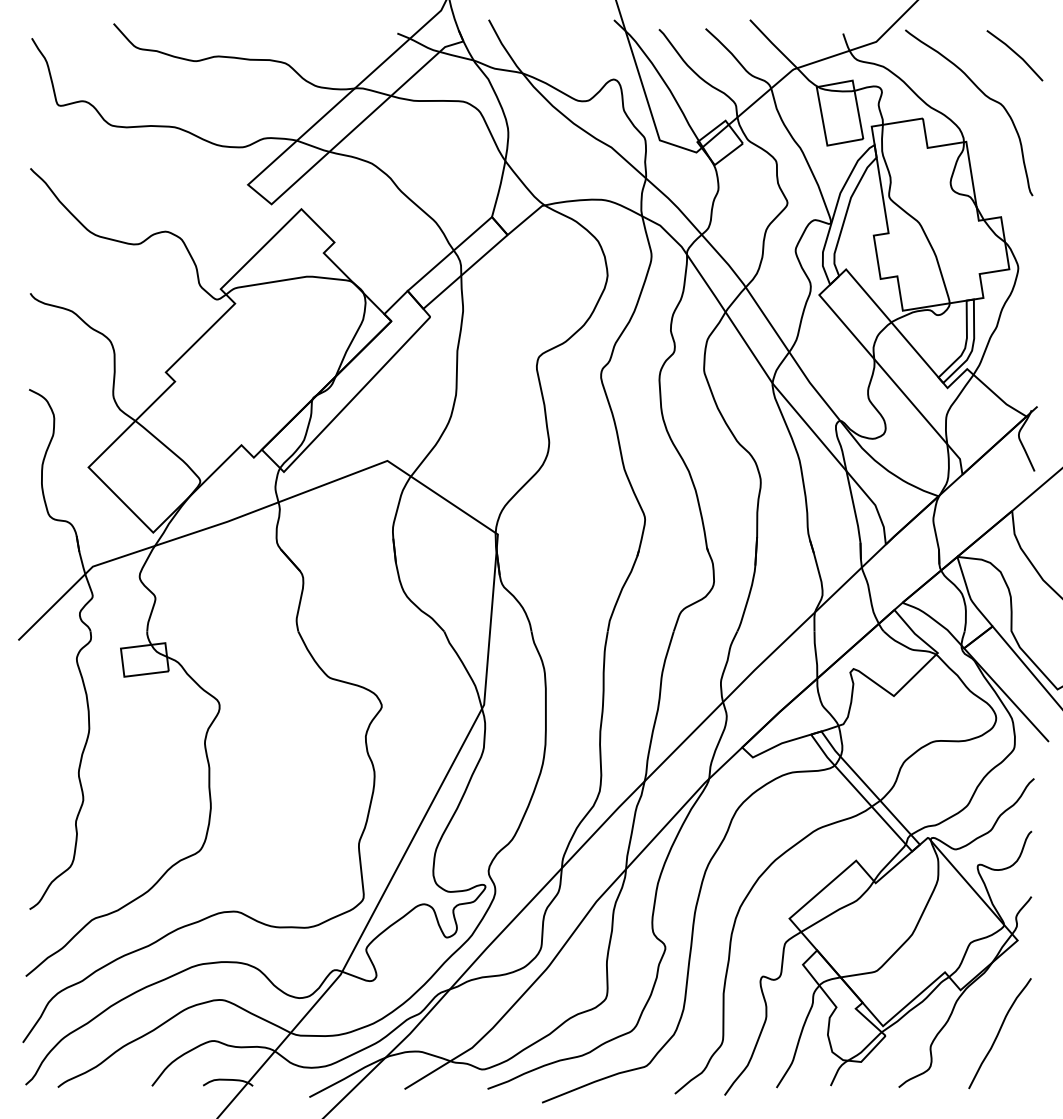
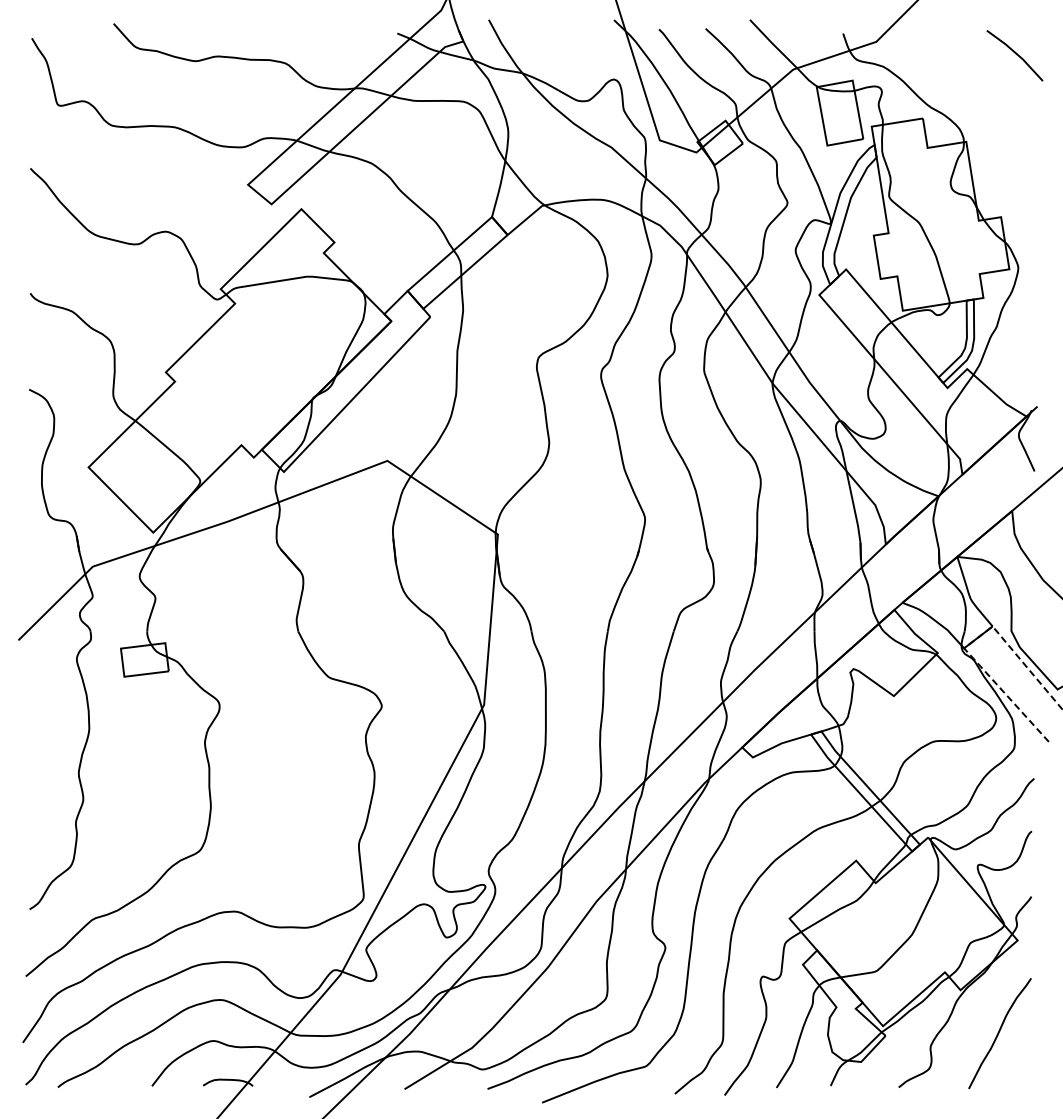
curve at (985, 96): present -> none
line at (971, 642): solid -> dashed
